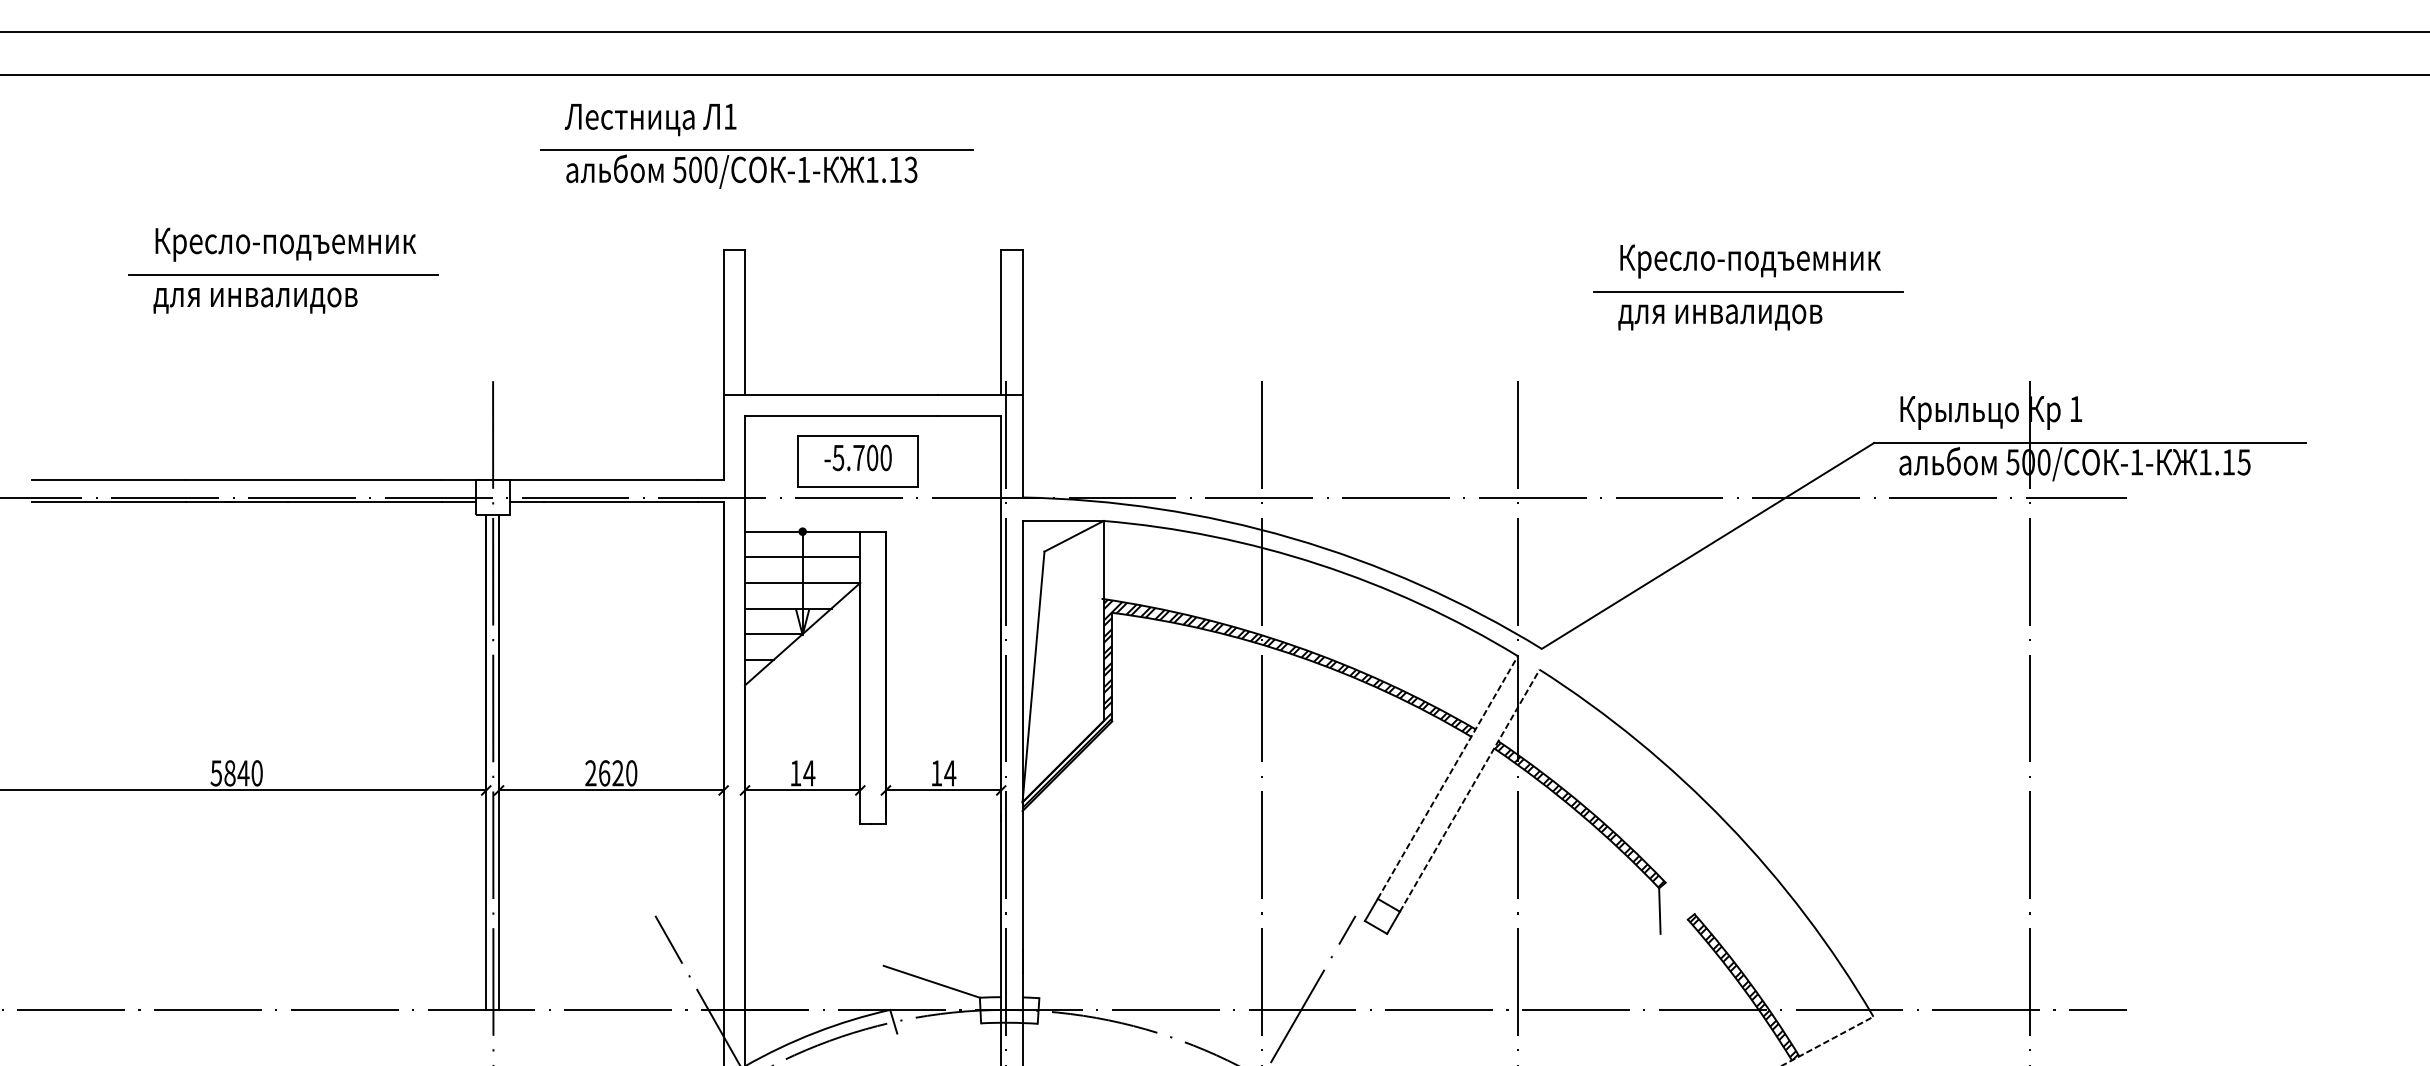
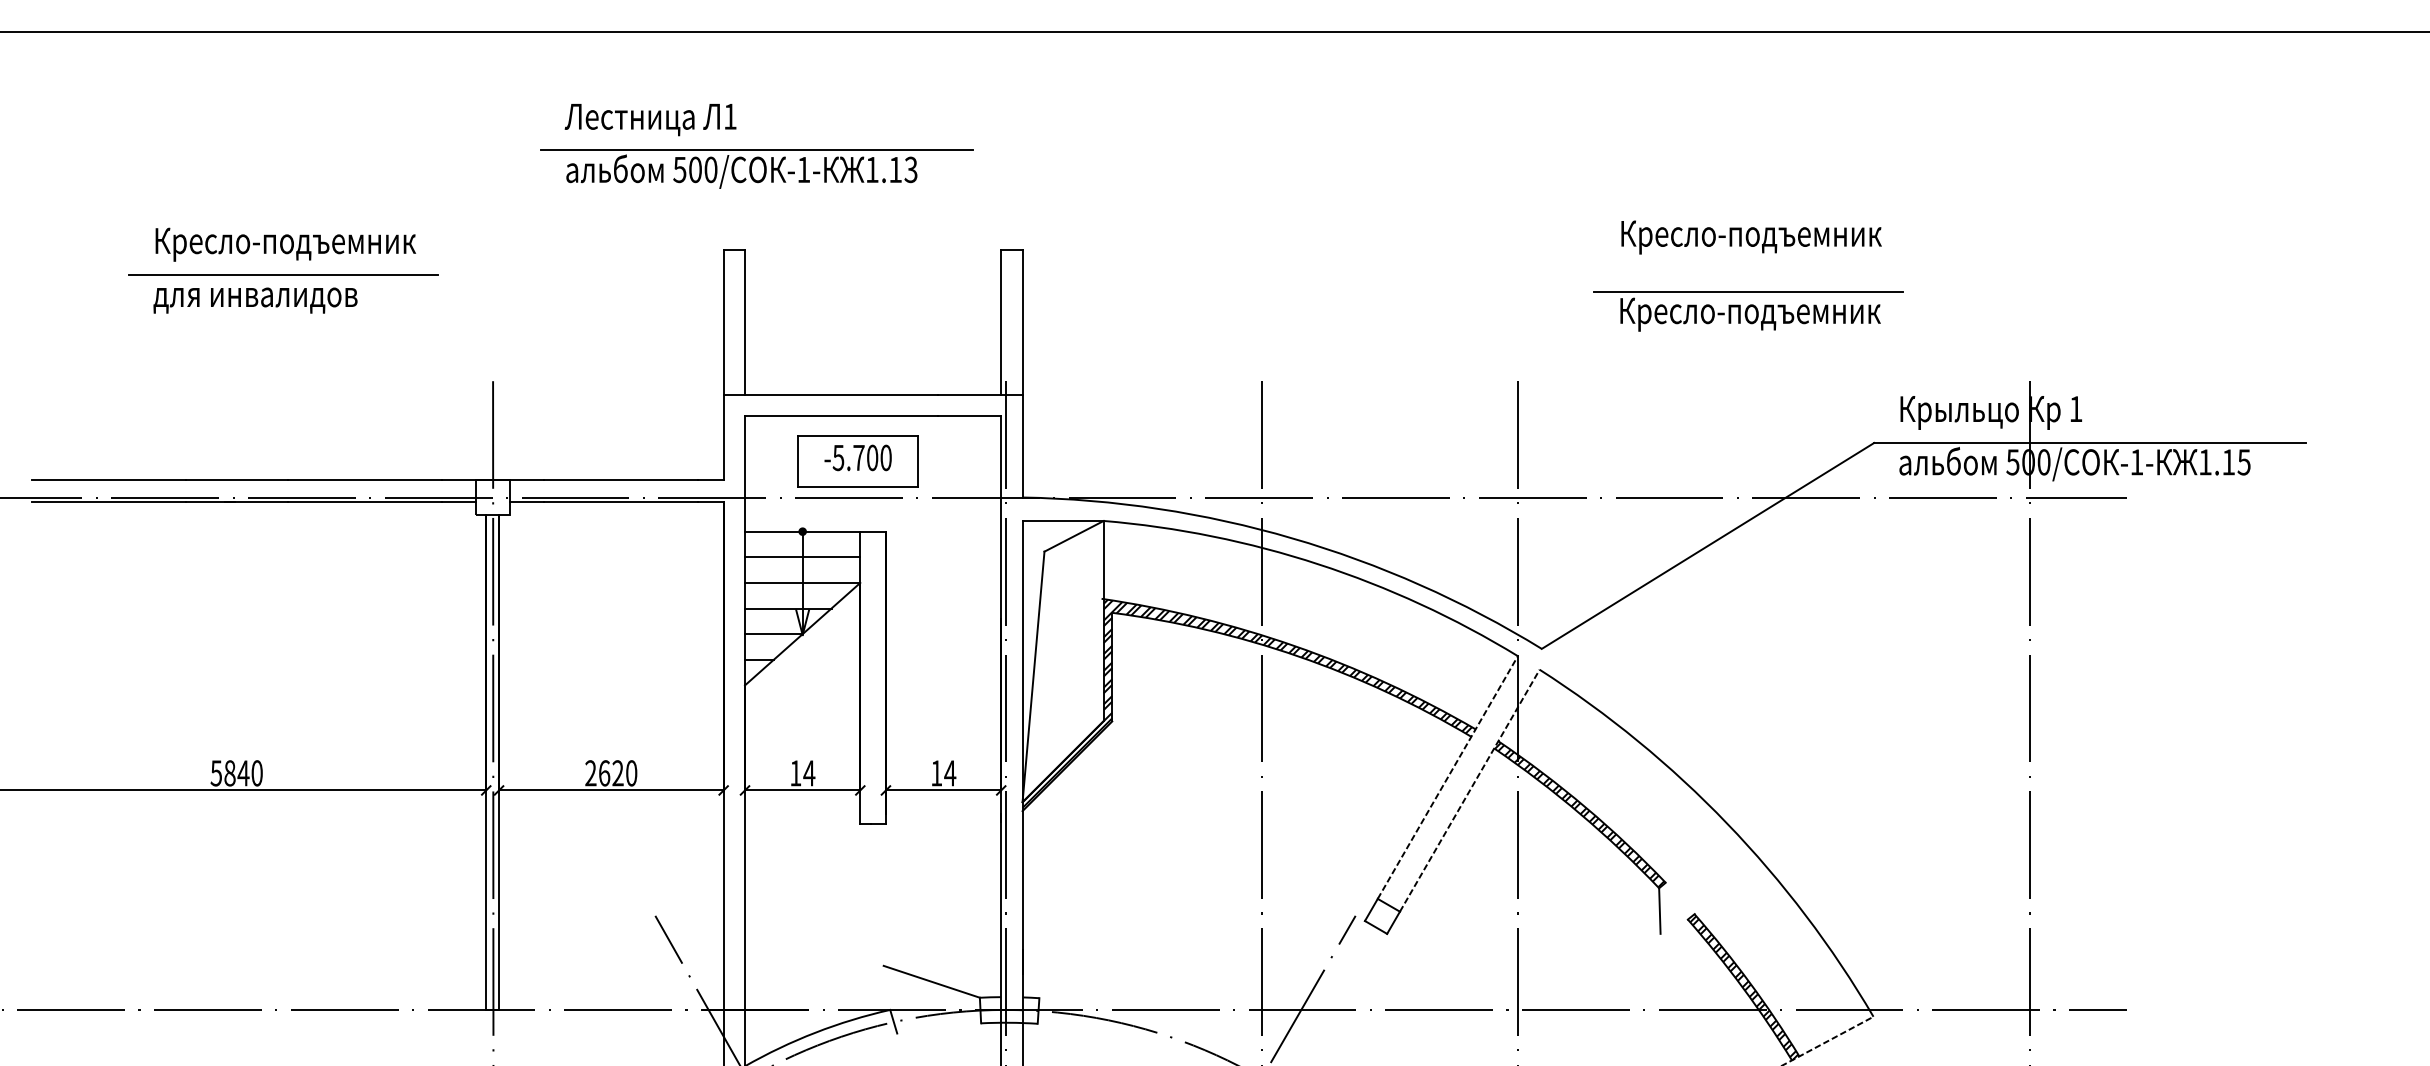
line at (1214, 74): present -> none
text at (1750, 261) position: (1750, 261) -> (1751, 237)
text at (1749, 314): для инвалидов -> Кресло-подъемник
